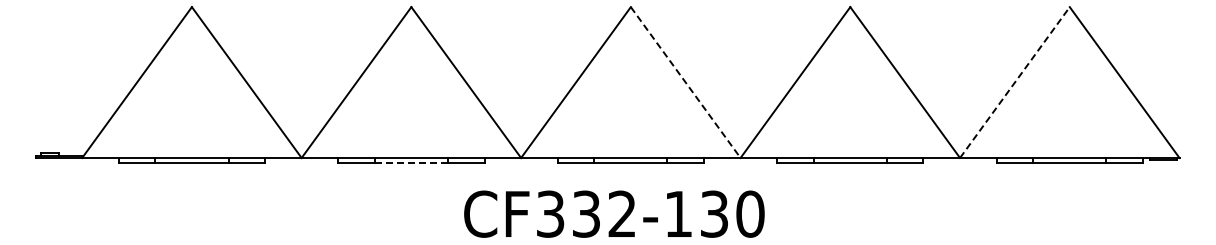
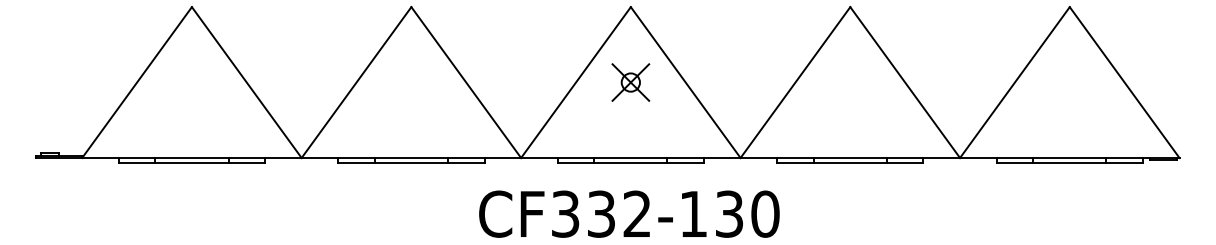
part at (630, 82): none -> present
line at (686, 82): dashed -> solid
line at (1015, 82): dashed -> solid
line at (411, 162): dashed -> solid
text at (614, 213) position: (614, 213) -> (629, 213)
